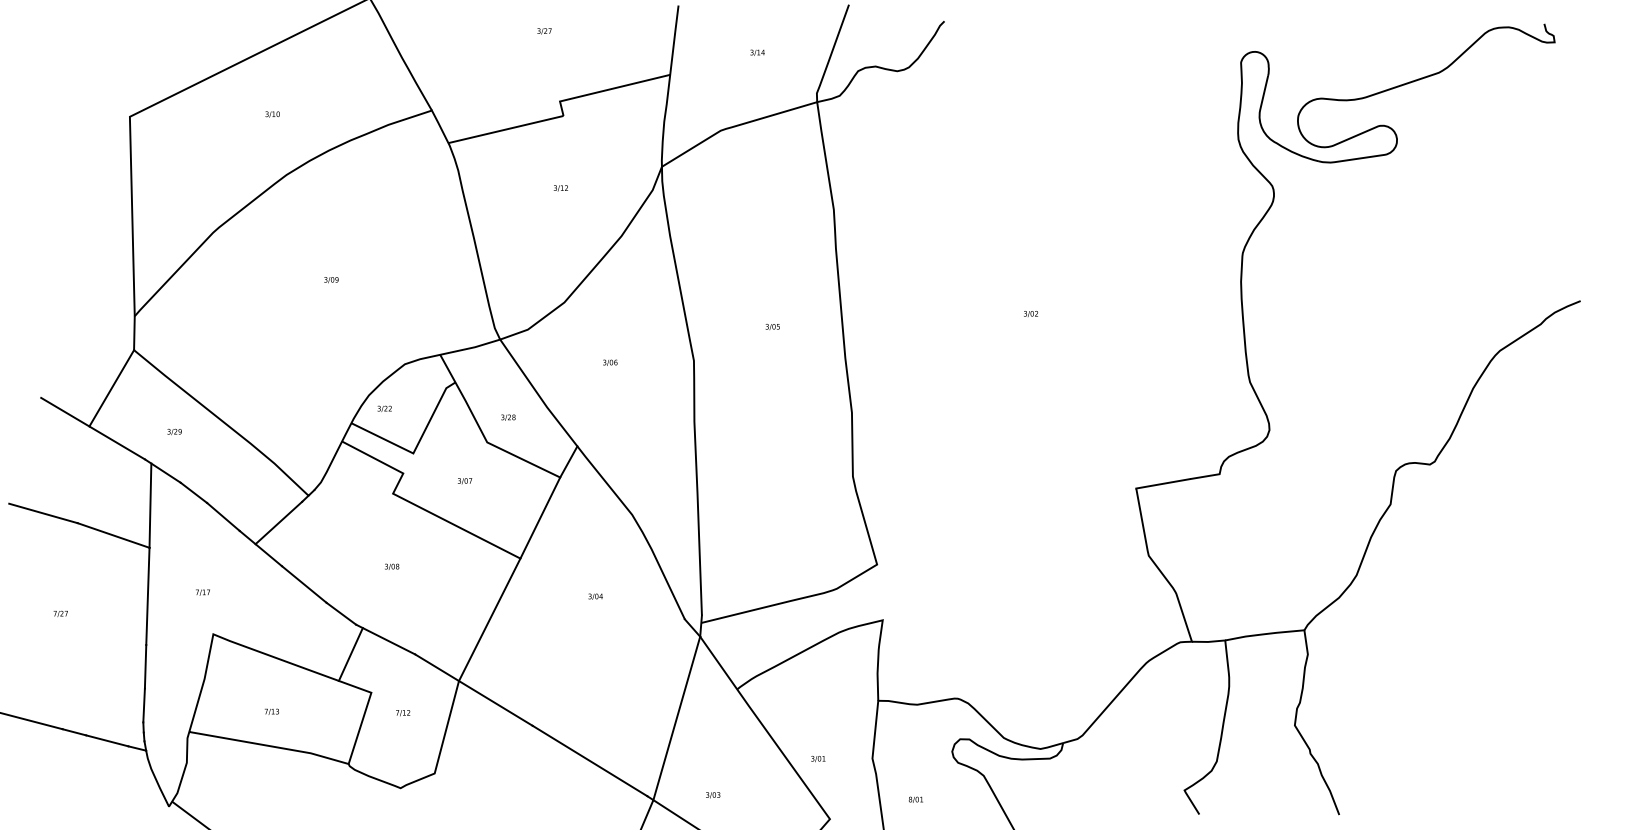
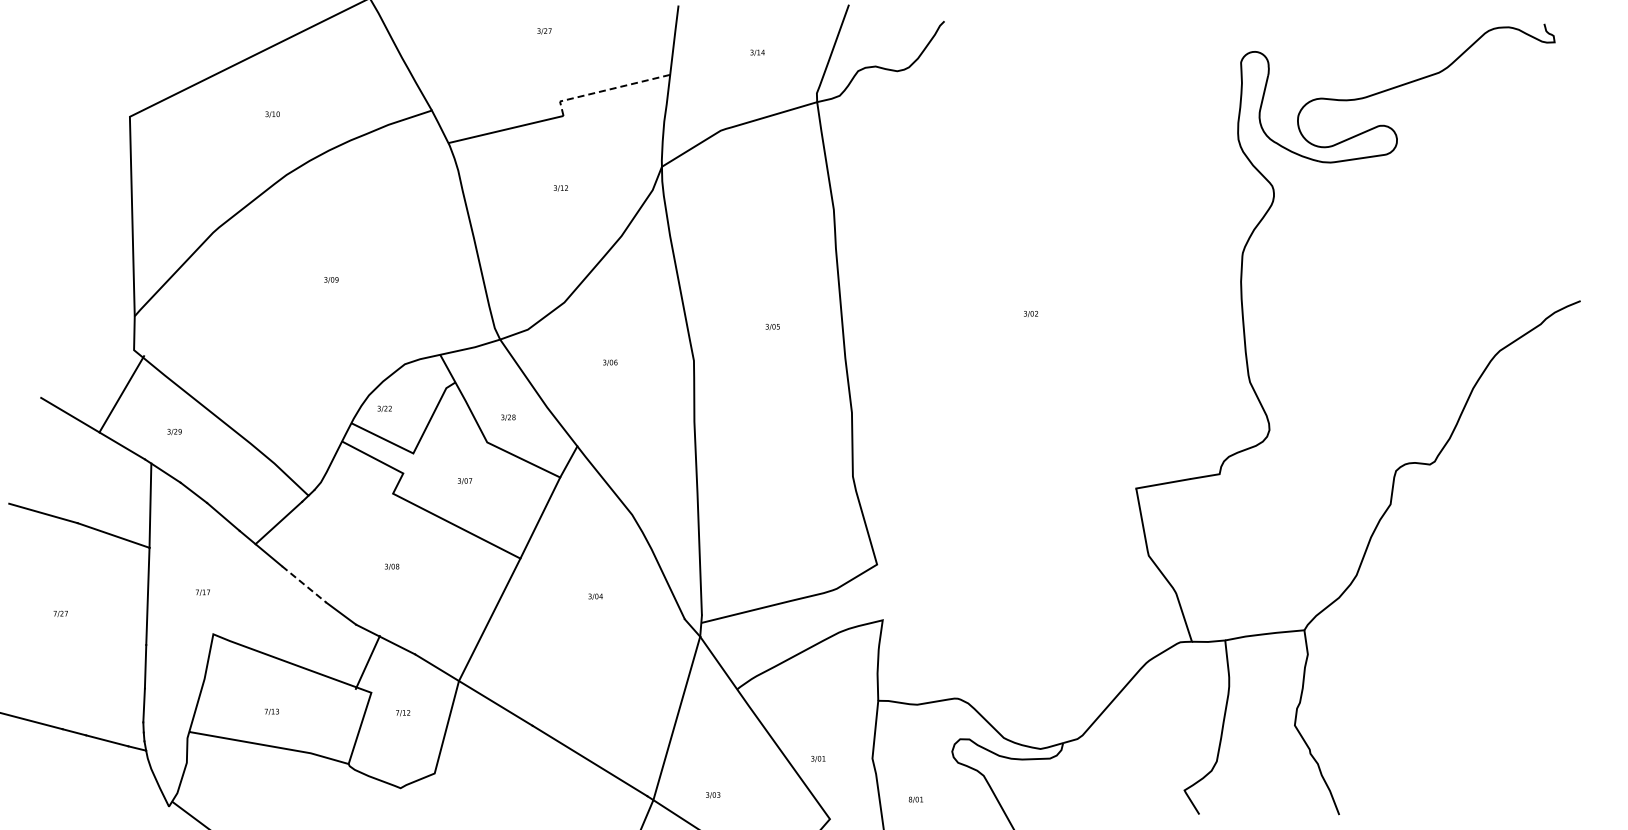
line at (607, 90): solid -> dashed
line at (111, 388) position: (111, 388) -> (121, 394)
line at (304, 584): solid -> dashed
line at (350, 654) position: (350, 654) -> (367, 662)
